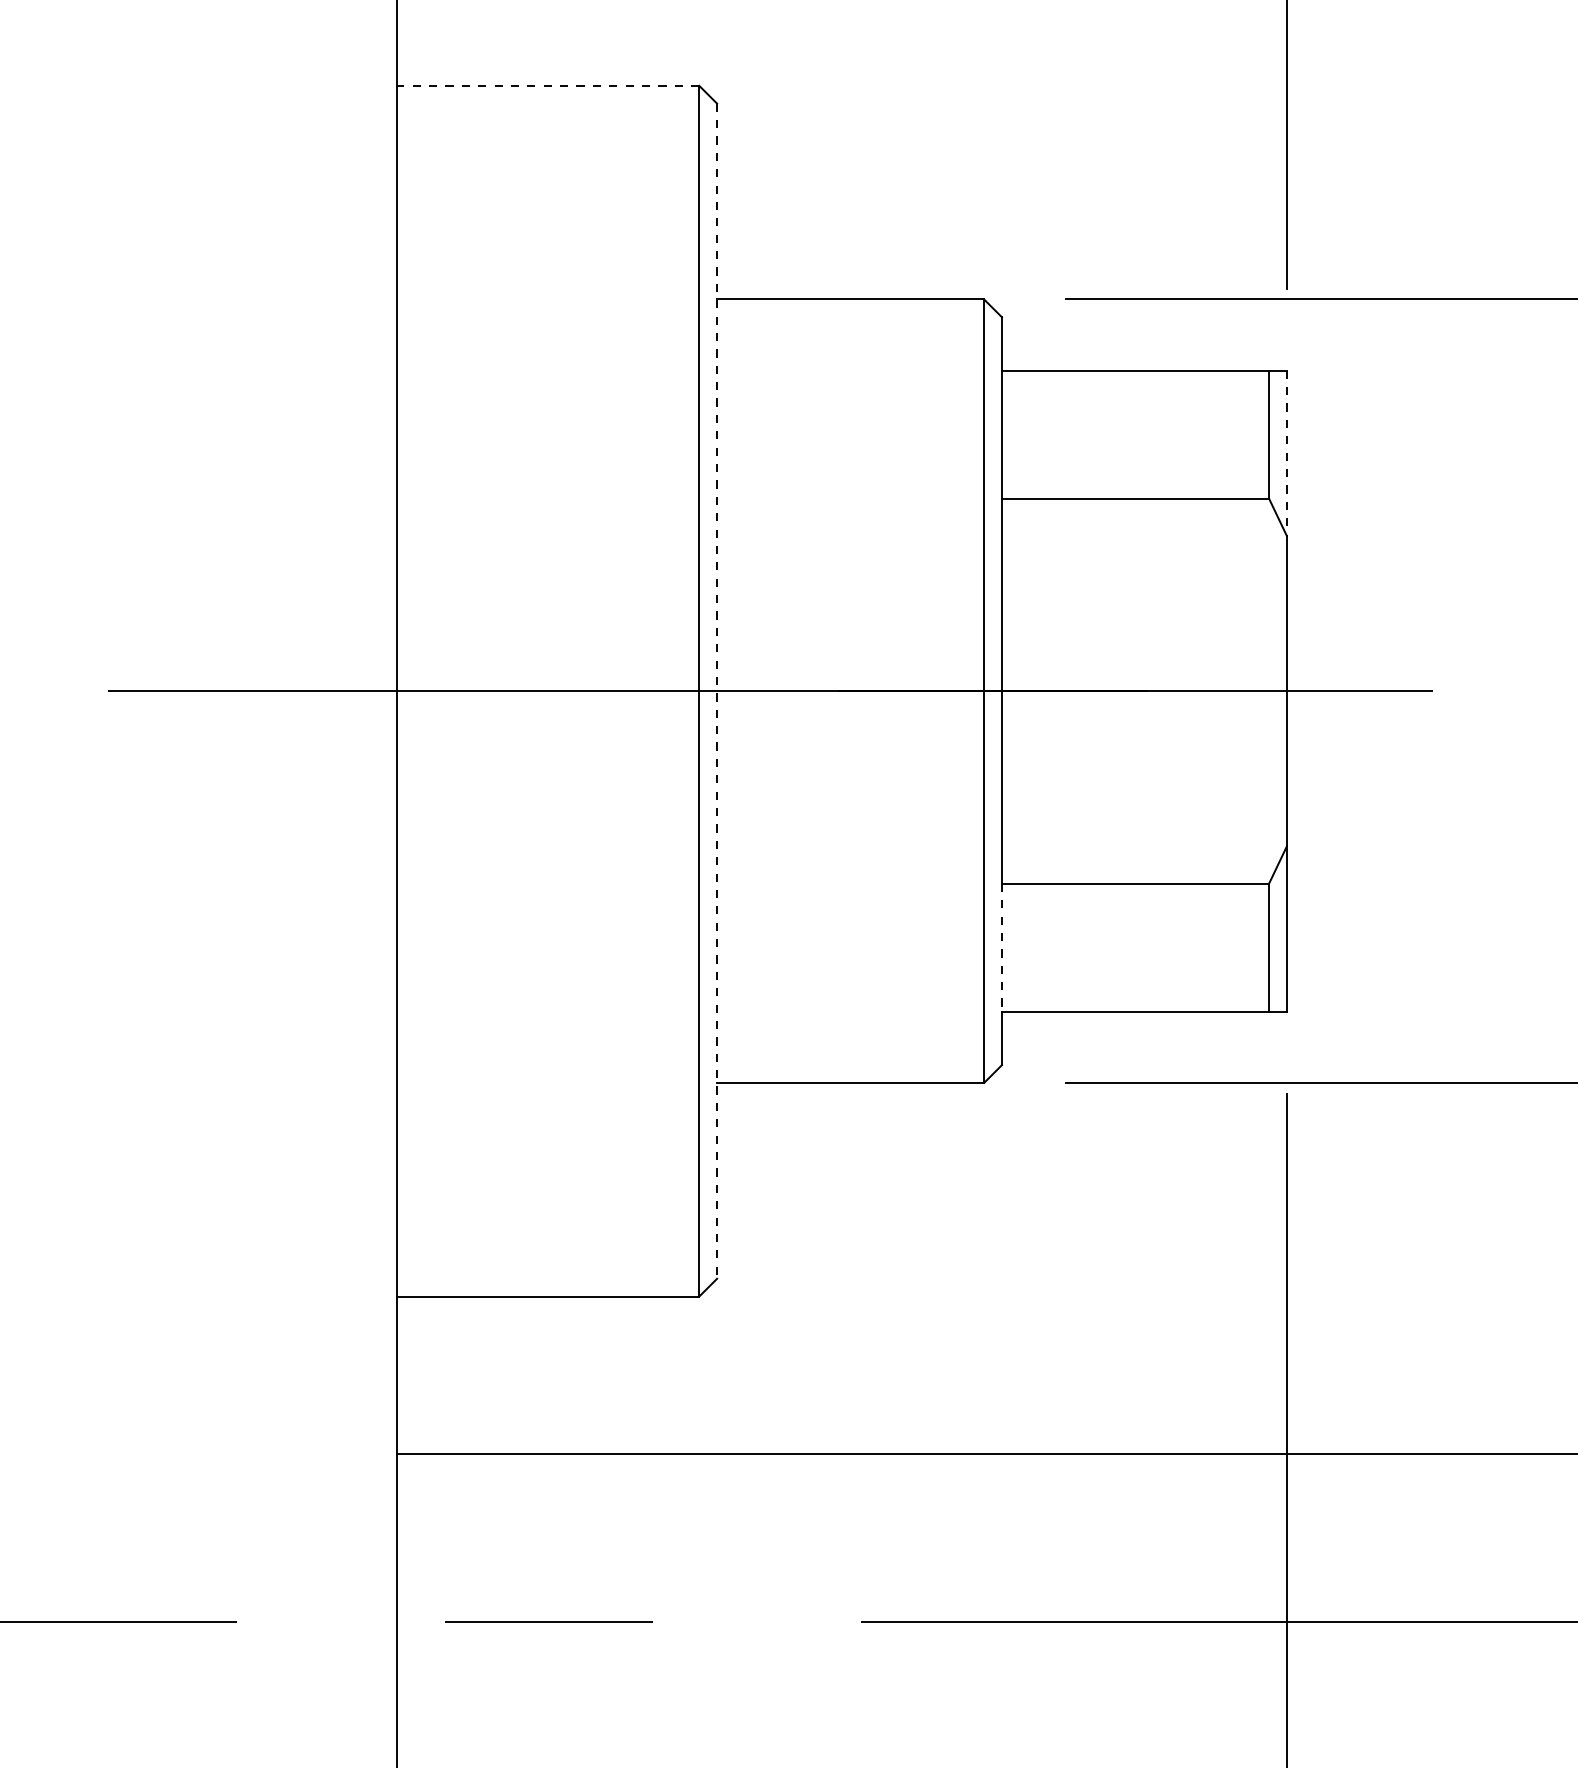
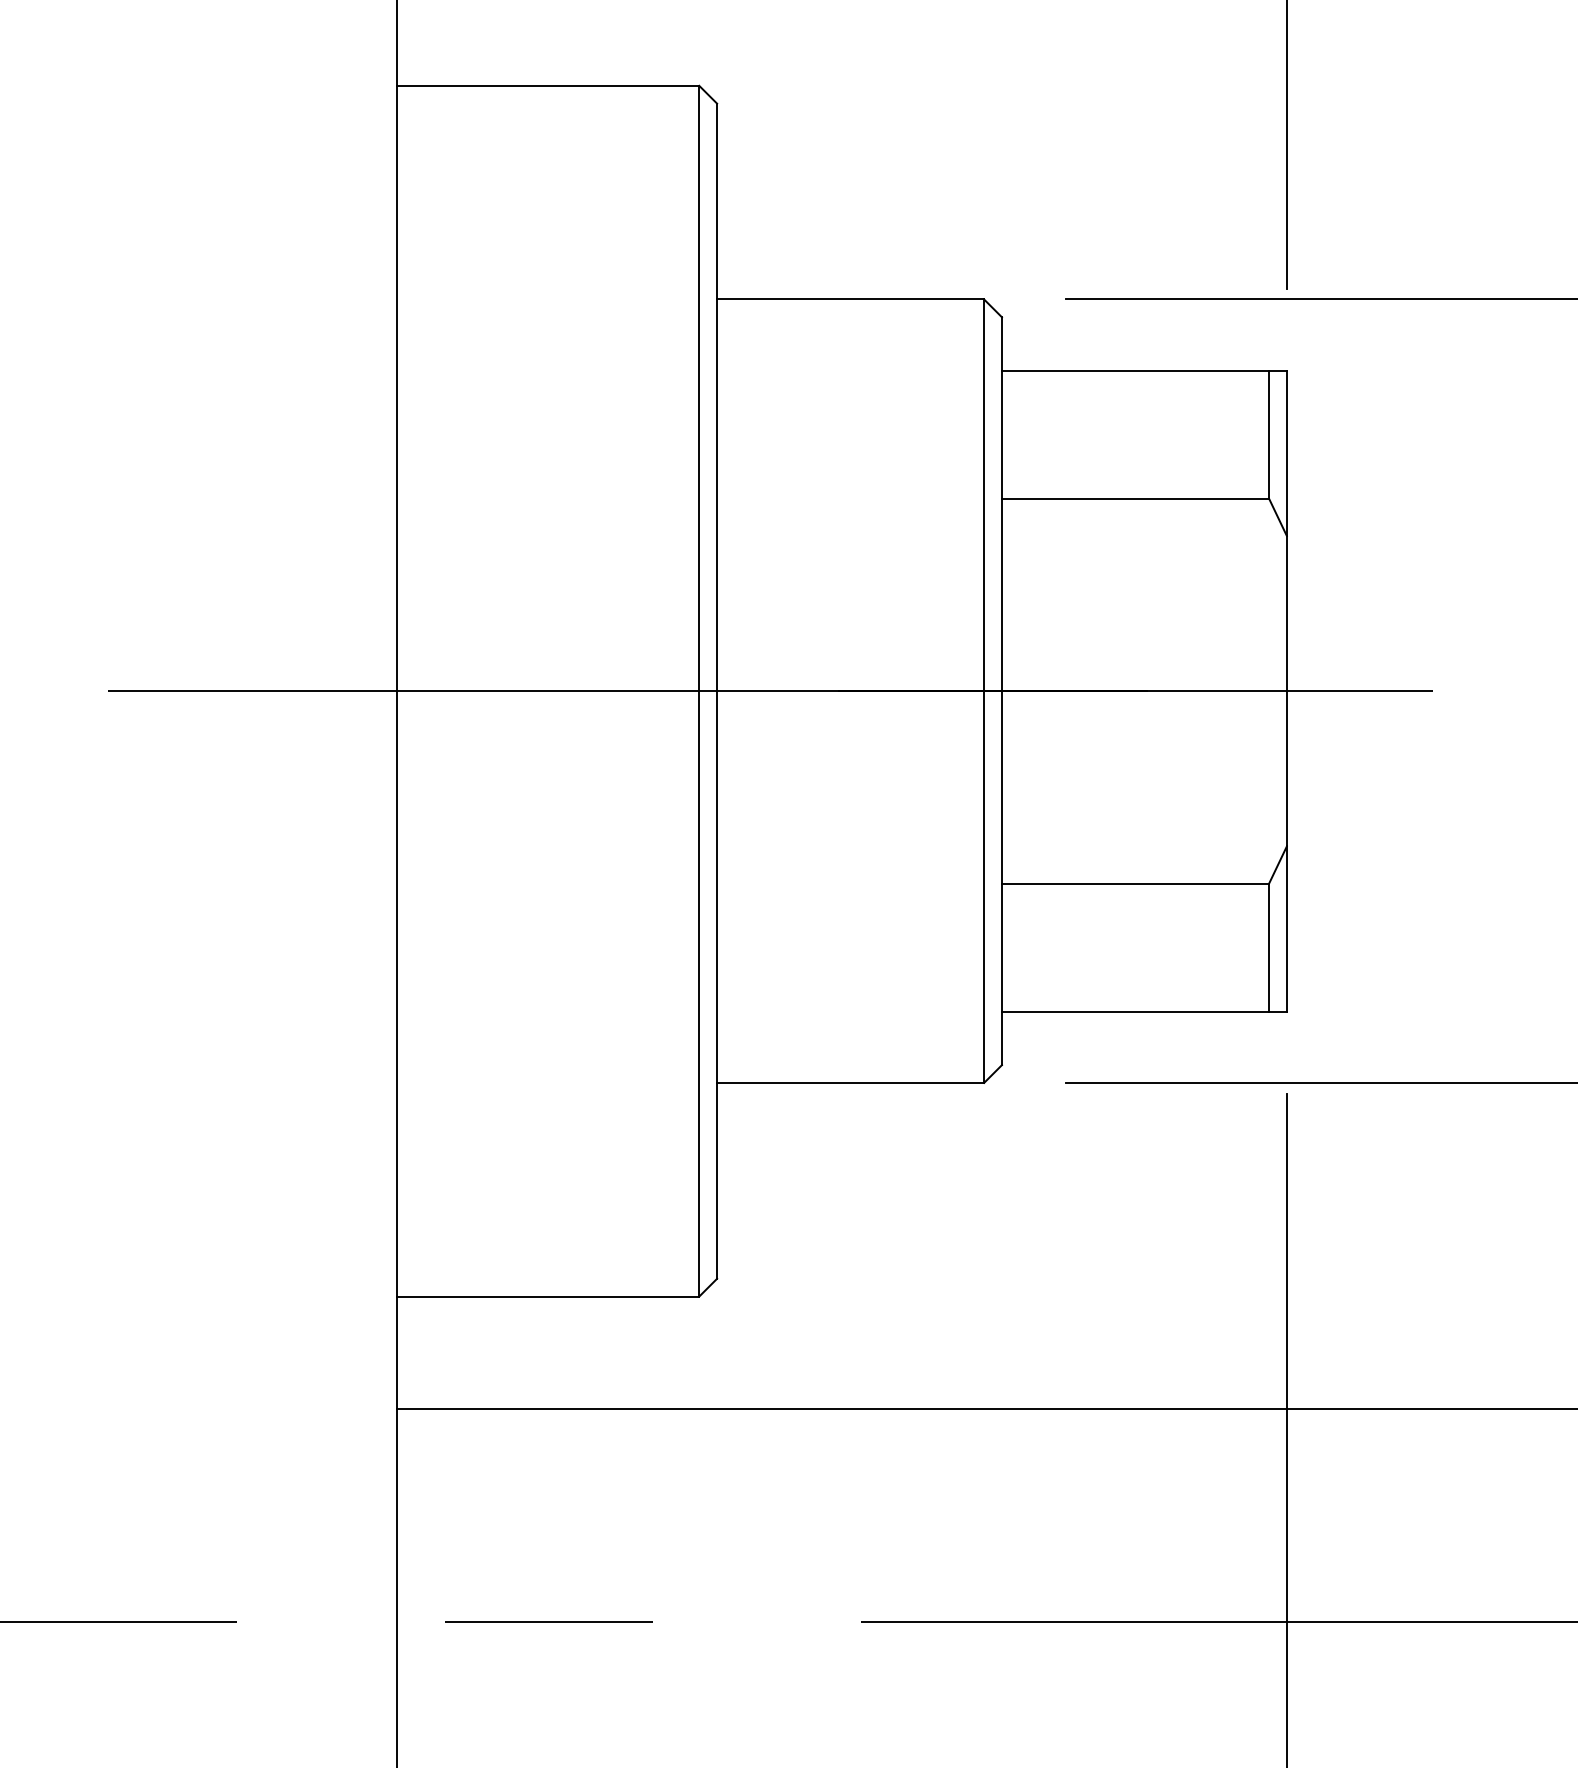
line at (547, 85): dashed -> solid
line at (1286, 453): dashed -> solid
line at (717, 691): dashed -> solid
line at (1001, 947): dashed -> solid
line at (985, 1453) position: (985, 1453) -> (985, 1408)
